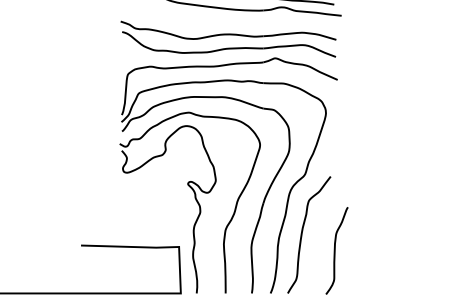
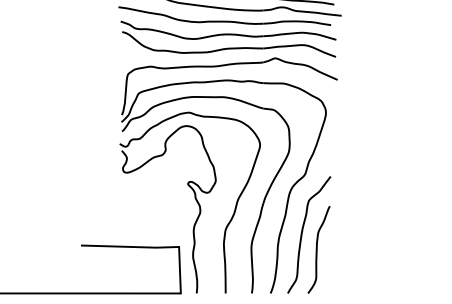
part at (224, 15): none -> present
curve at (335, 250) position: (335, 250) -> (317, 249)
